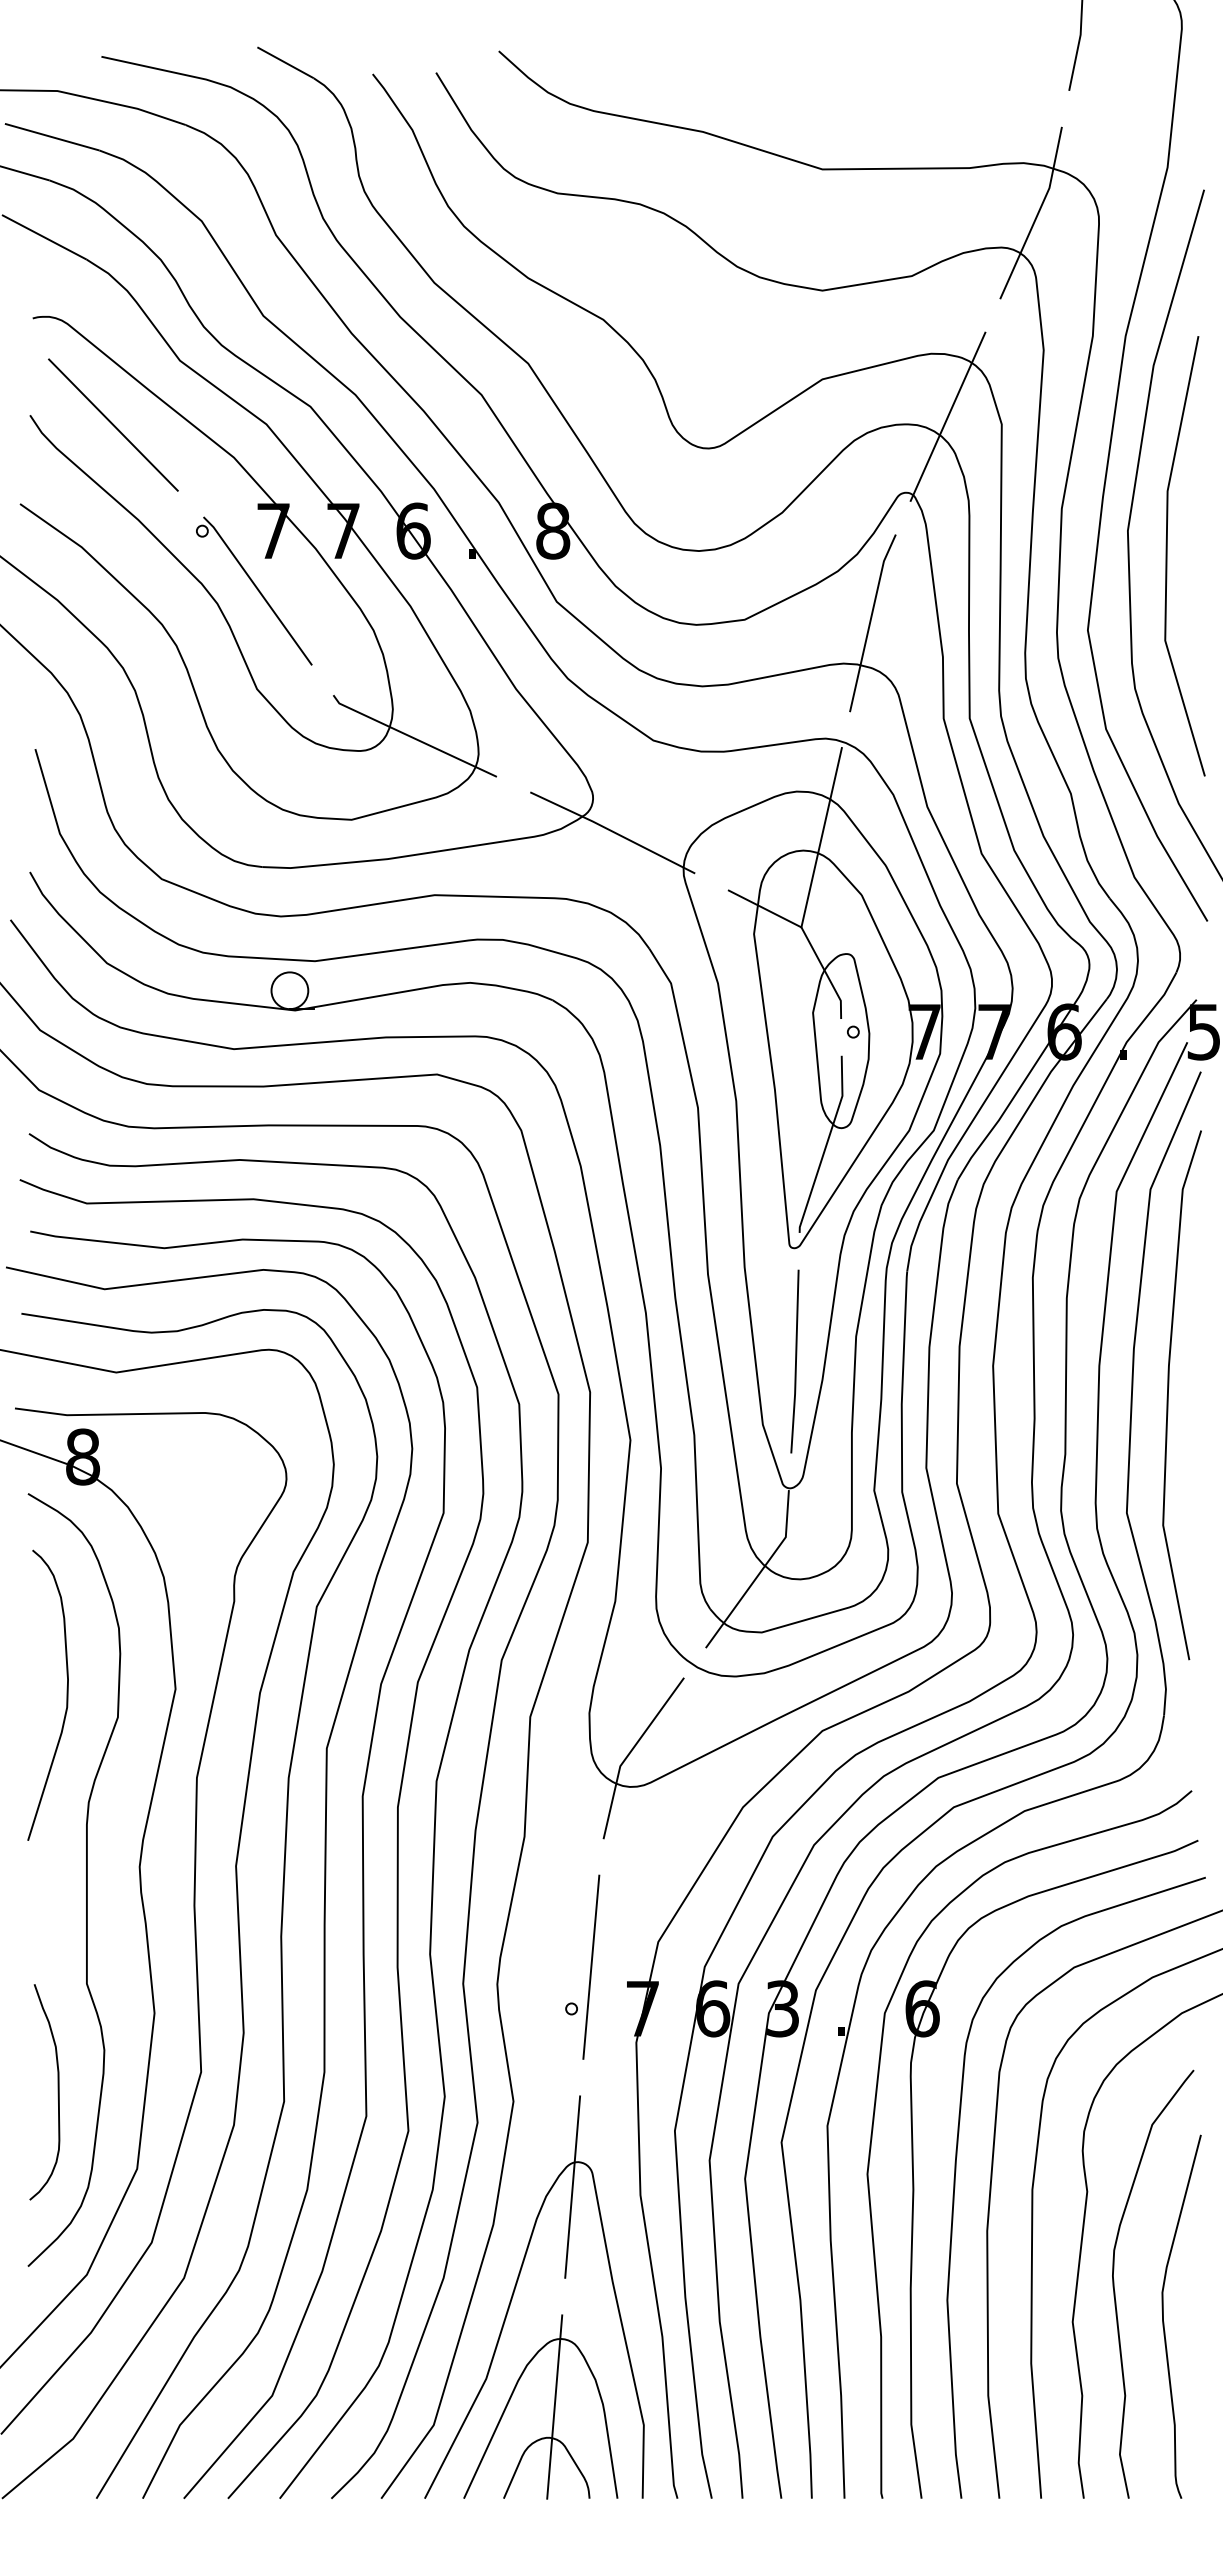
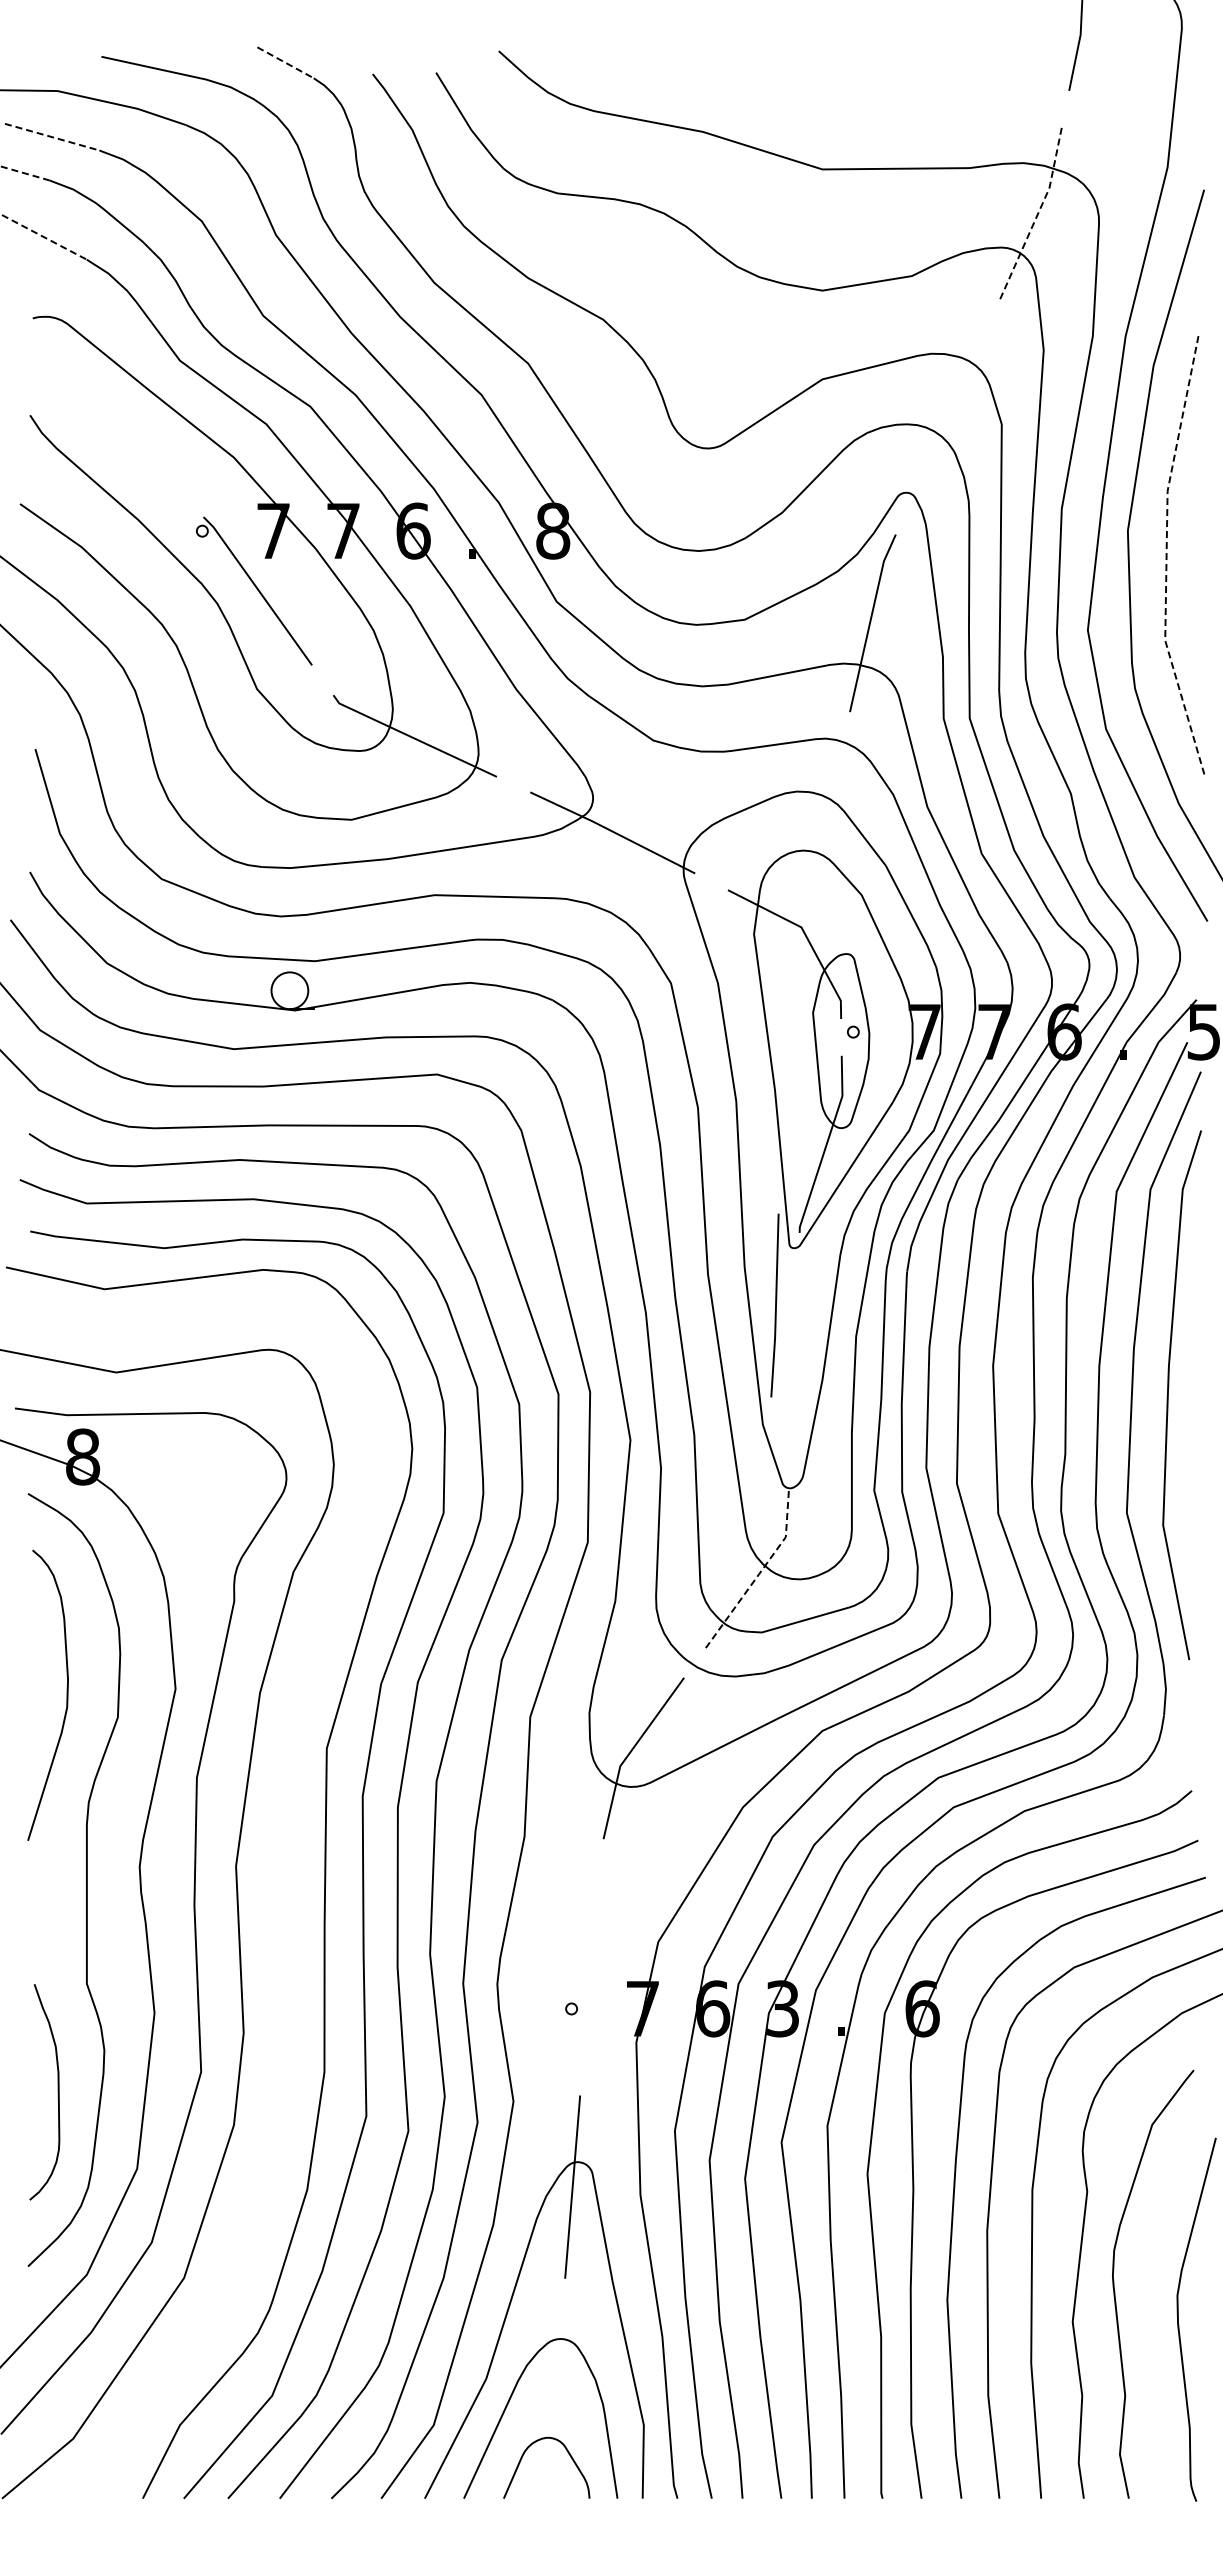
line at (286, 63): solid -> dashed
line at (52, 137): solid -> dashed
line at (25, 173): solid -> dashed
line at (1037, 214): solid -> dashed
line at (44, 237): solid -> dashed
line at (947, 416): present -> none
line at (113, 424): present -> none
line at (1166, 557): solid -> dashed
line at (821, 837): present -> none
line at (795, 1361) position: (795, 1361) -> (775, 1305)
line at (760, 1572): solid -> dashed
curve at (281, 1903): present -> none
line at (591, 1966): present -> none
curve at (1163, 2316) position: (1163, 2316) -> (1178, 2319)
line at (554, 2406): present -> none
